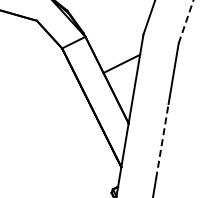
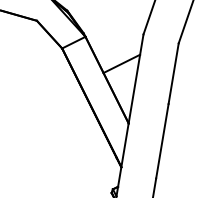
line at (186, 21): dashed -> solid
line at (162, 141): dashed -> solid
